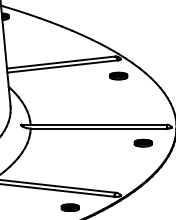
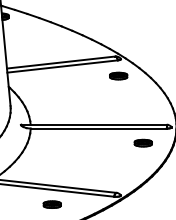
part at (69, 207) position: (69, 207) -> (51, 204)
